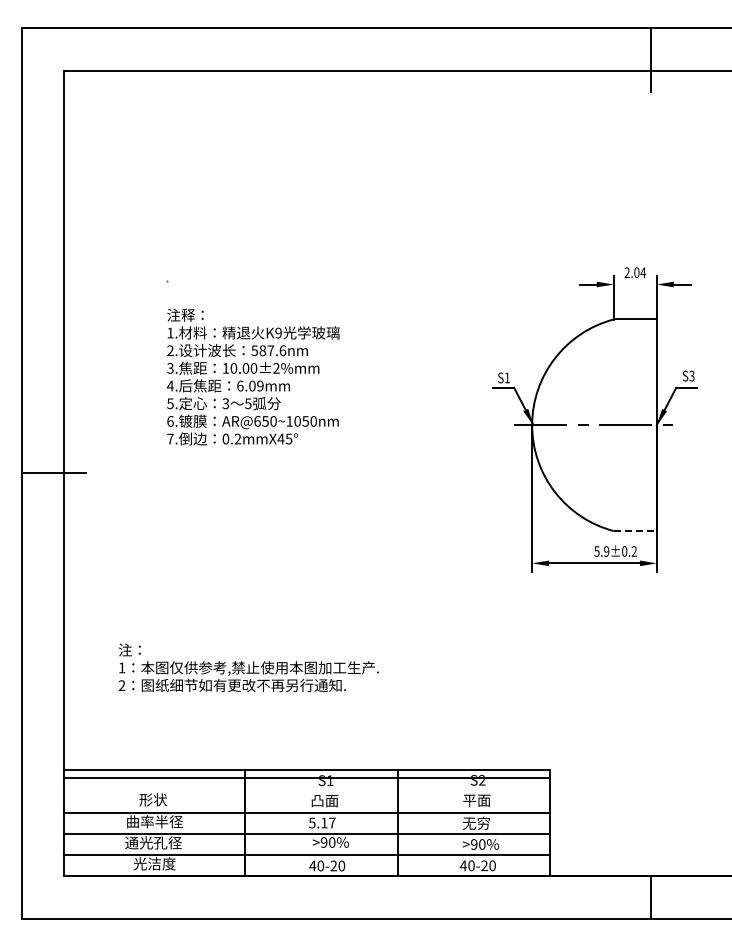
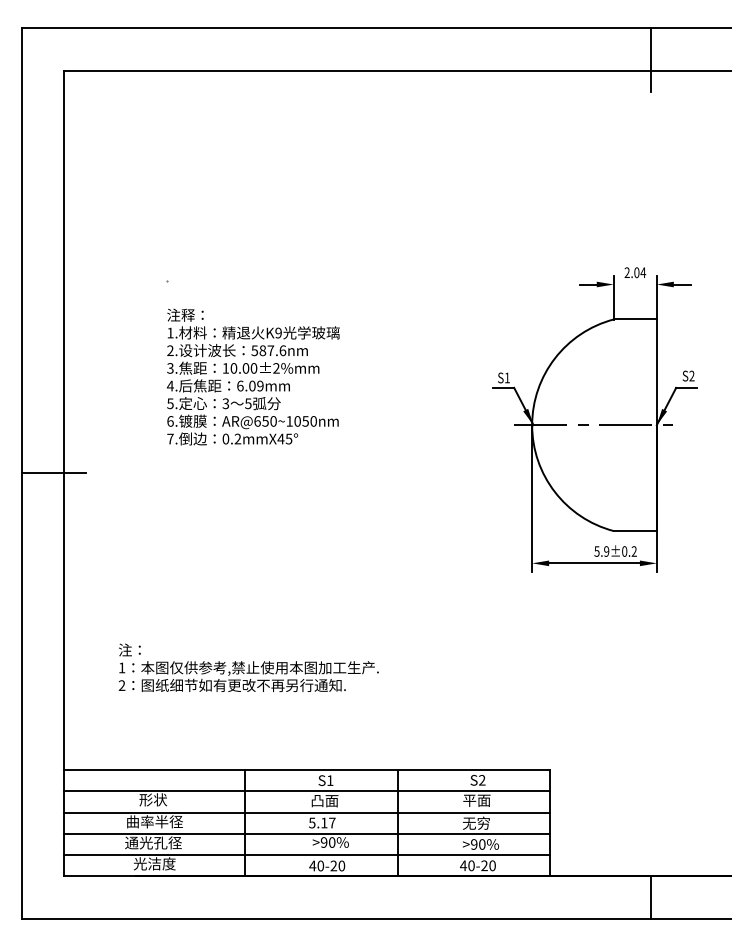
text at (691, 376): S3 -> S2
line at (635, 531): dashed -> solid
line at (307, 778) position: (307, 778) -> (307, 791)
